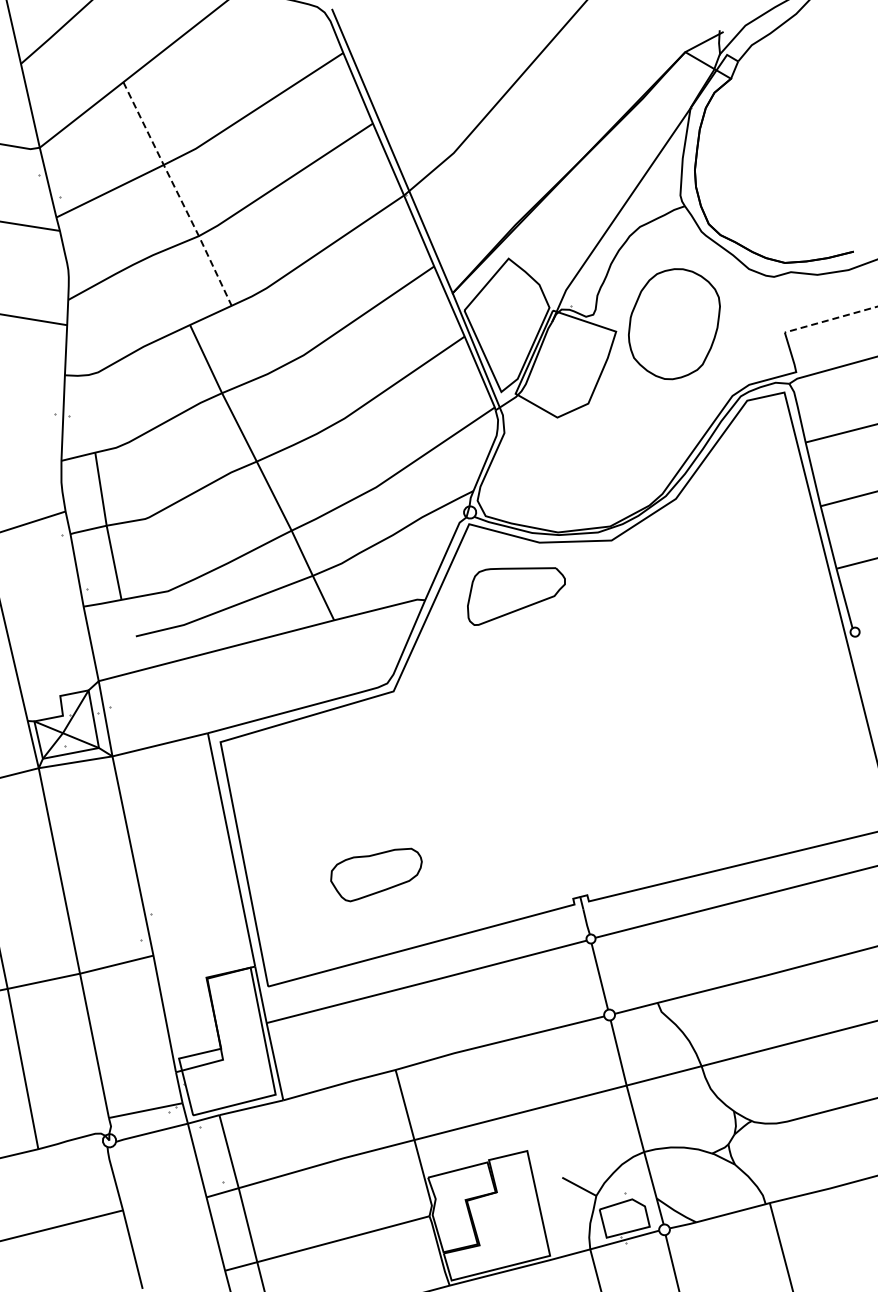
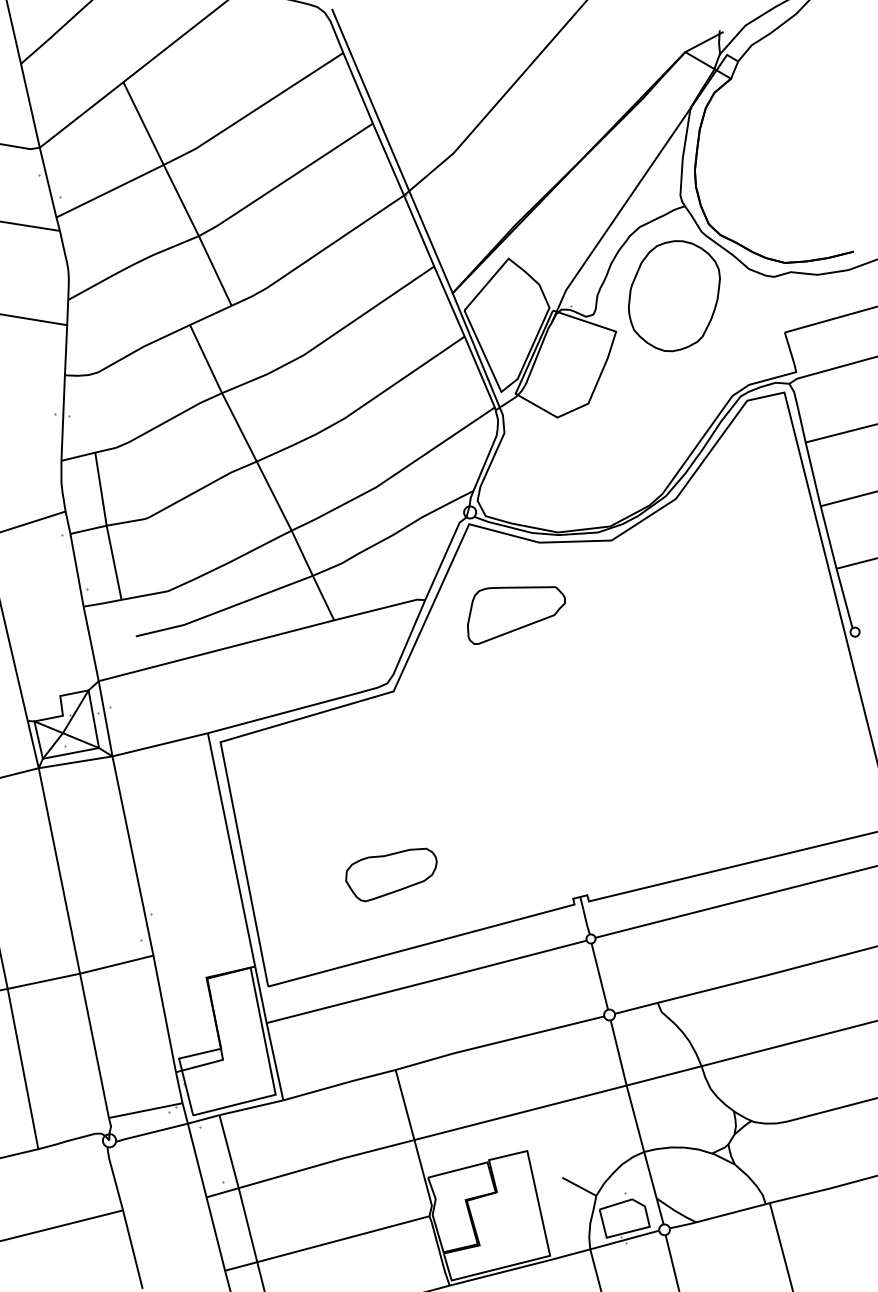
line at (177, 193): dashed -> solid
line at (830, 319): dashed -> solid
part at (674, 324) position: (674, 324) -> (674, 296)
part at (516, 596) position: (516, 596) -> (516, 615)
part at (376, 874) position: (376, 874) -> (391, 874)
